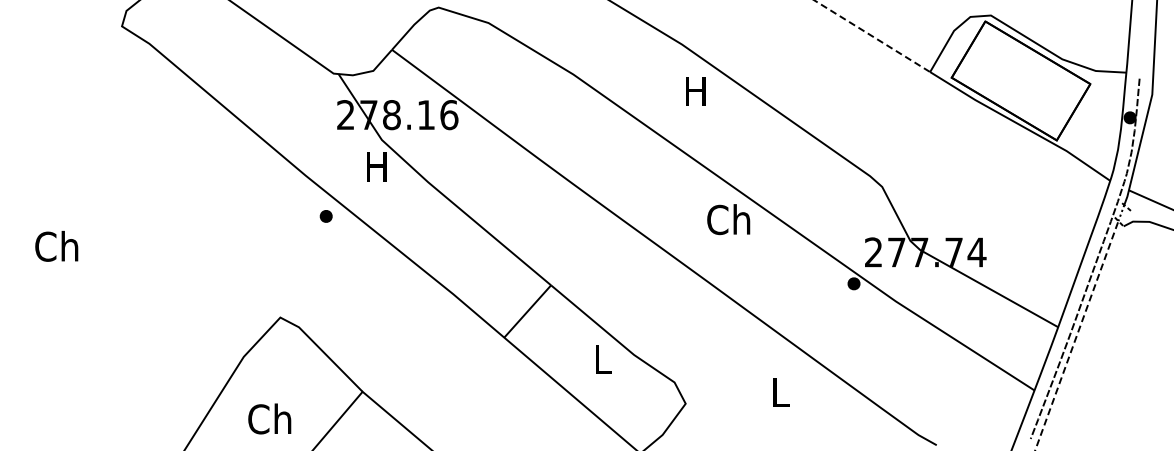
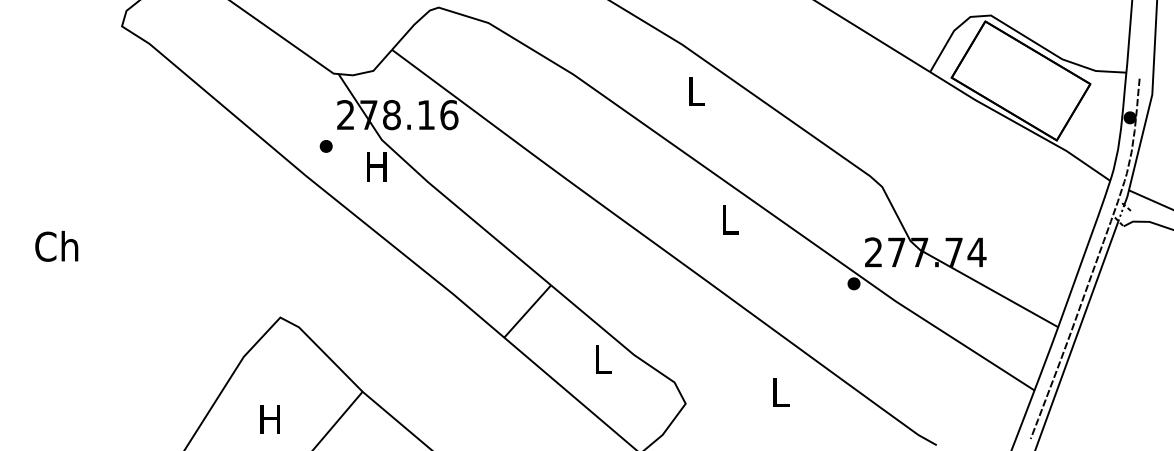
line at (872, 36): dashed -> solid
text at (695, 91): H -> L
part at (325, 216) position: (325, 216) -> (325, 146)
text at (728, 219): Ch -> L
line at (1076, 335): dashed -> solid
text at (269, 418): Ch -> H
